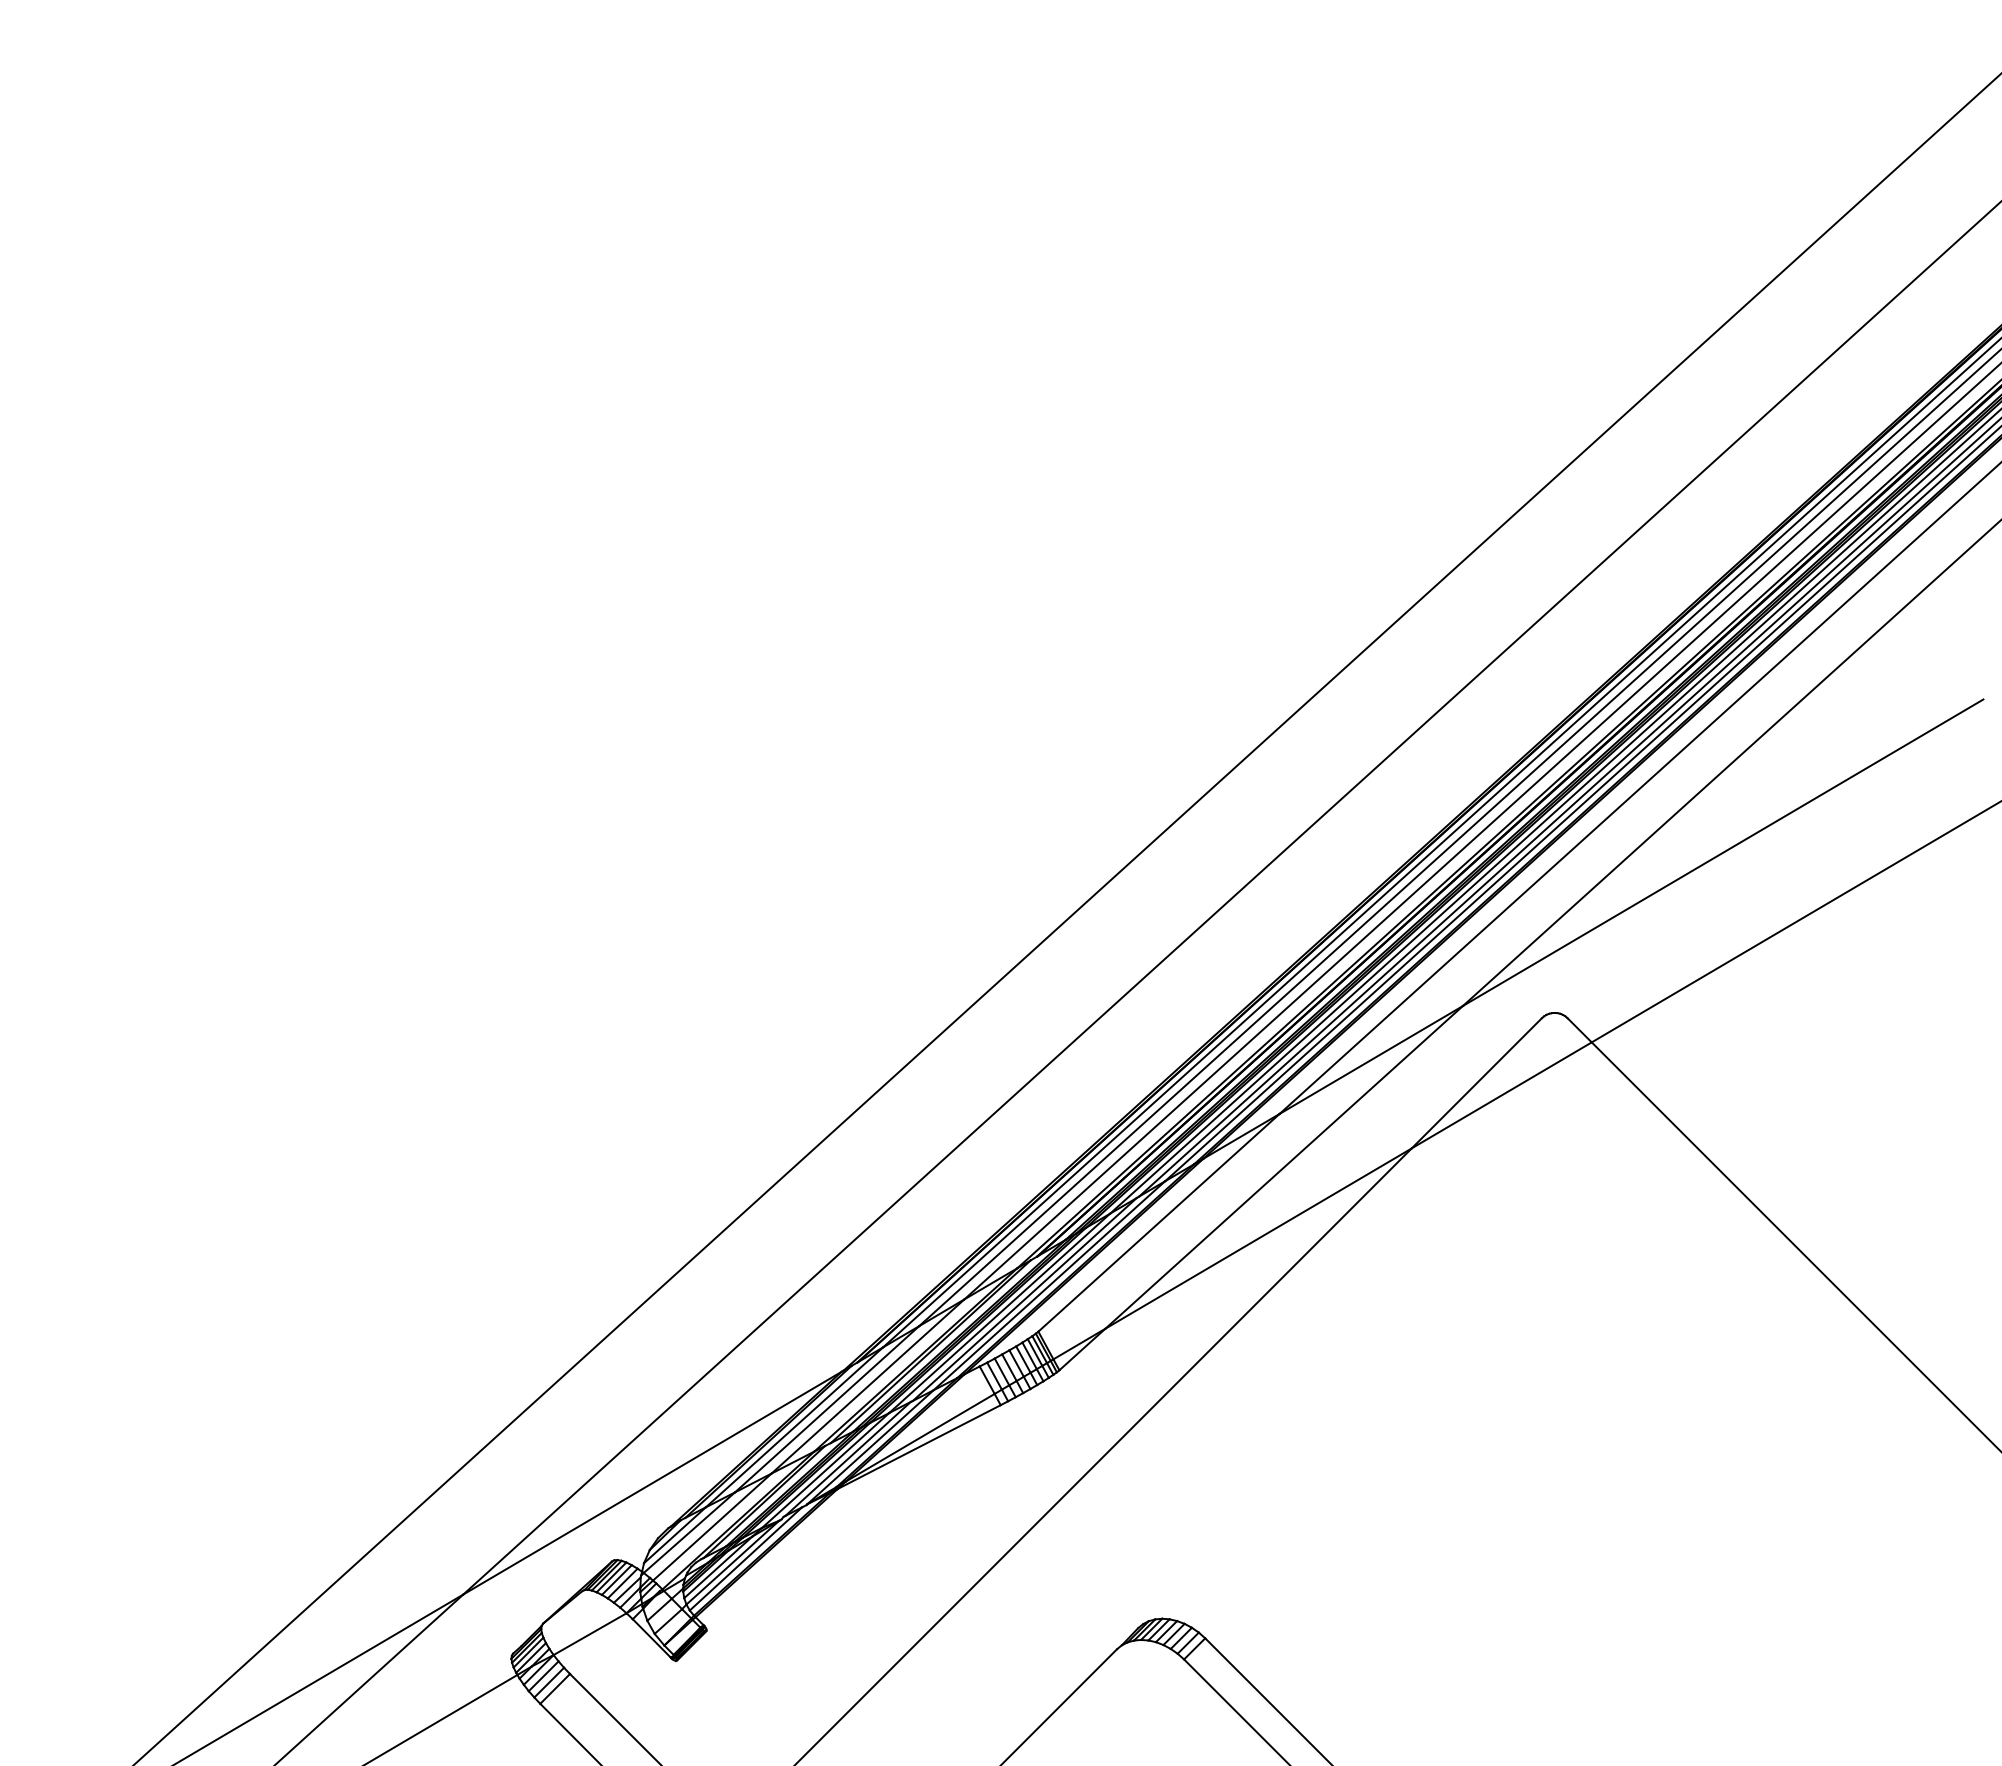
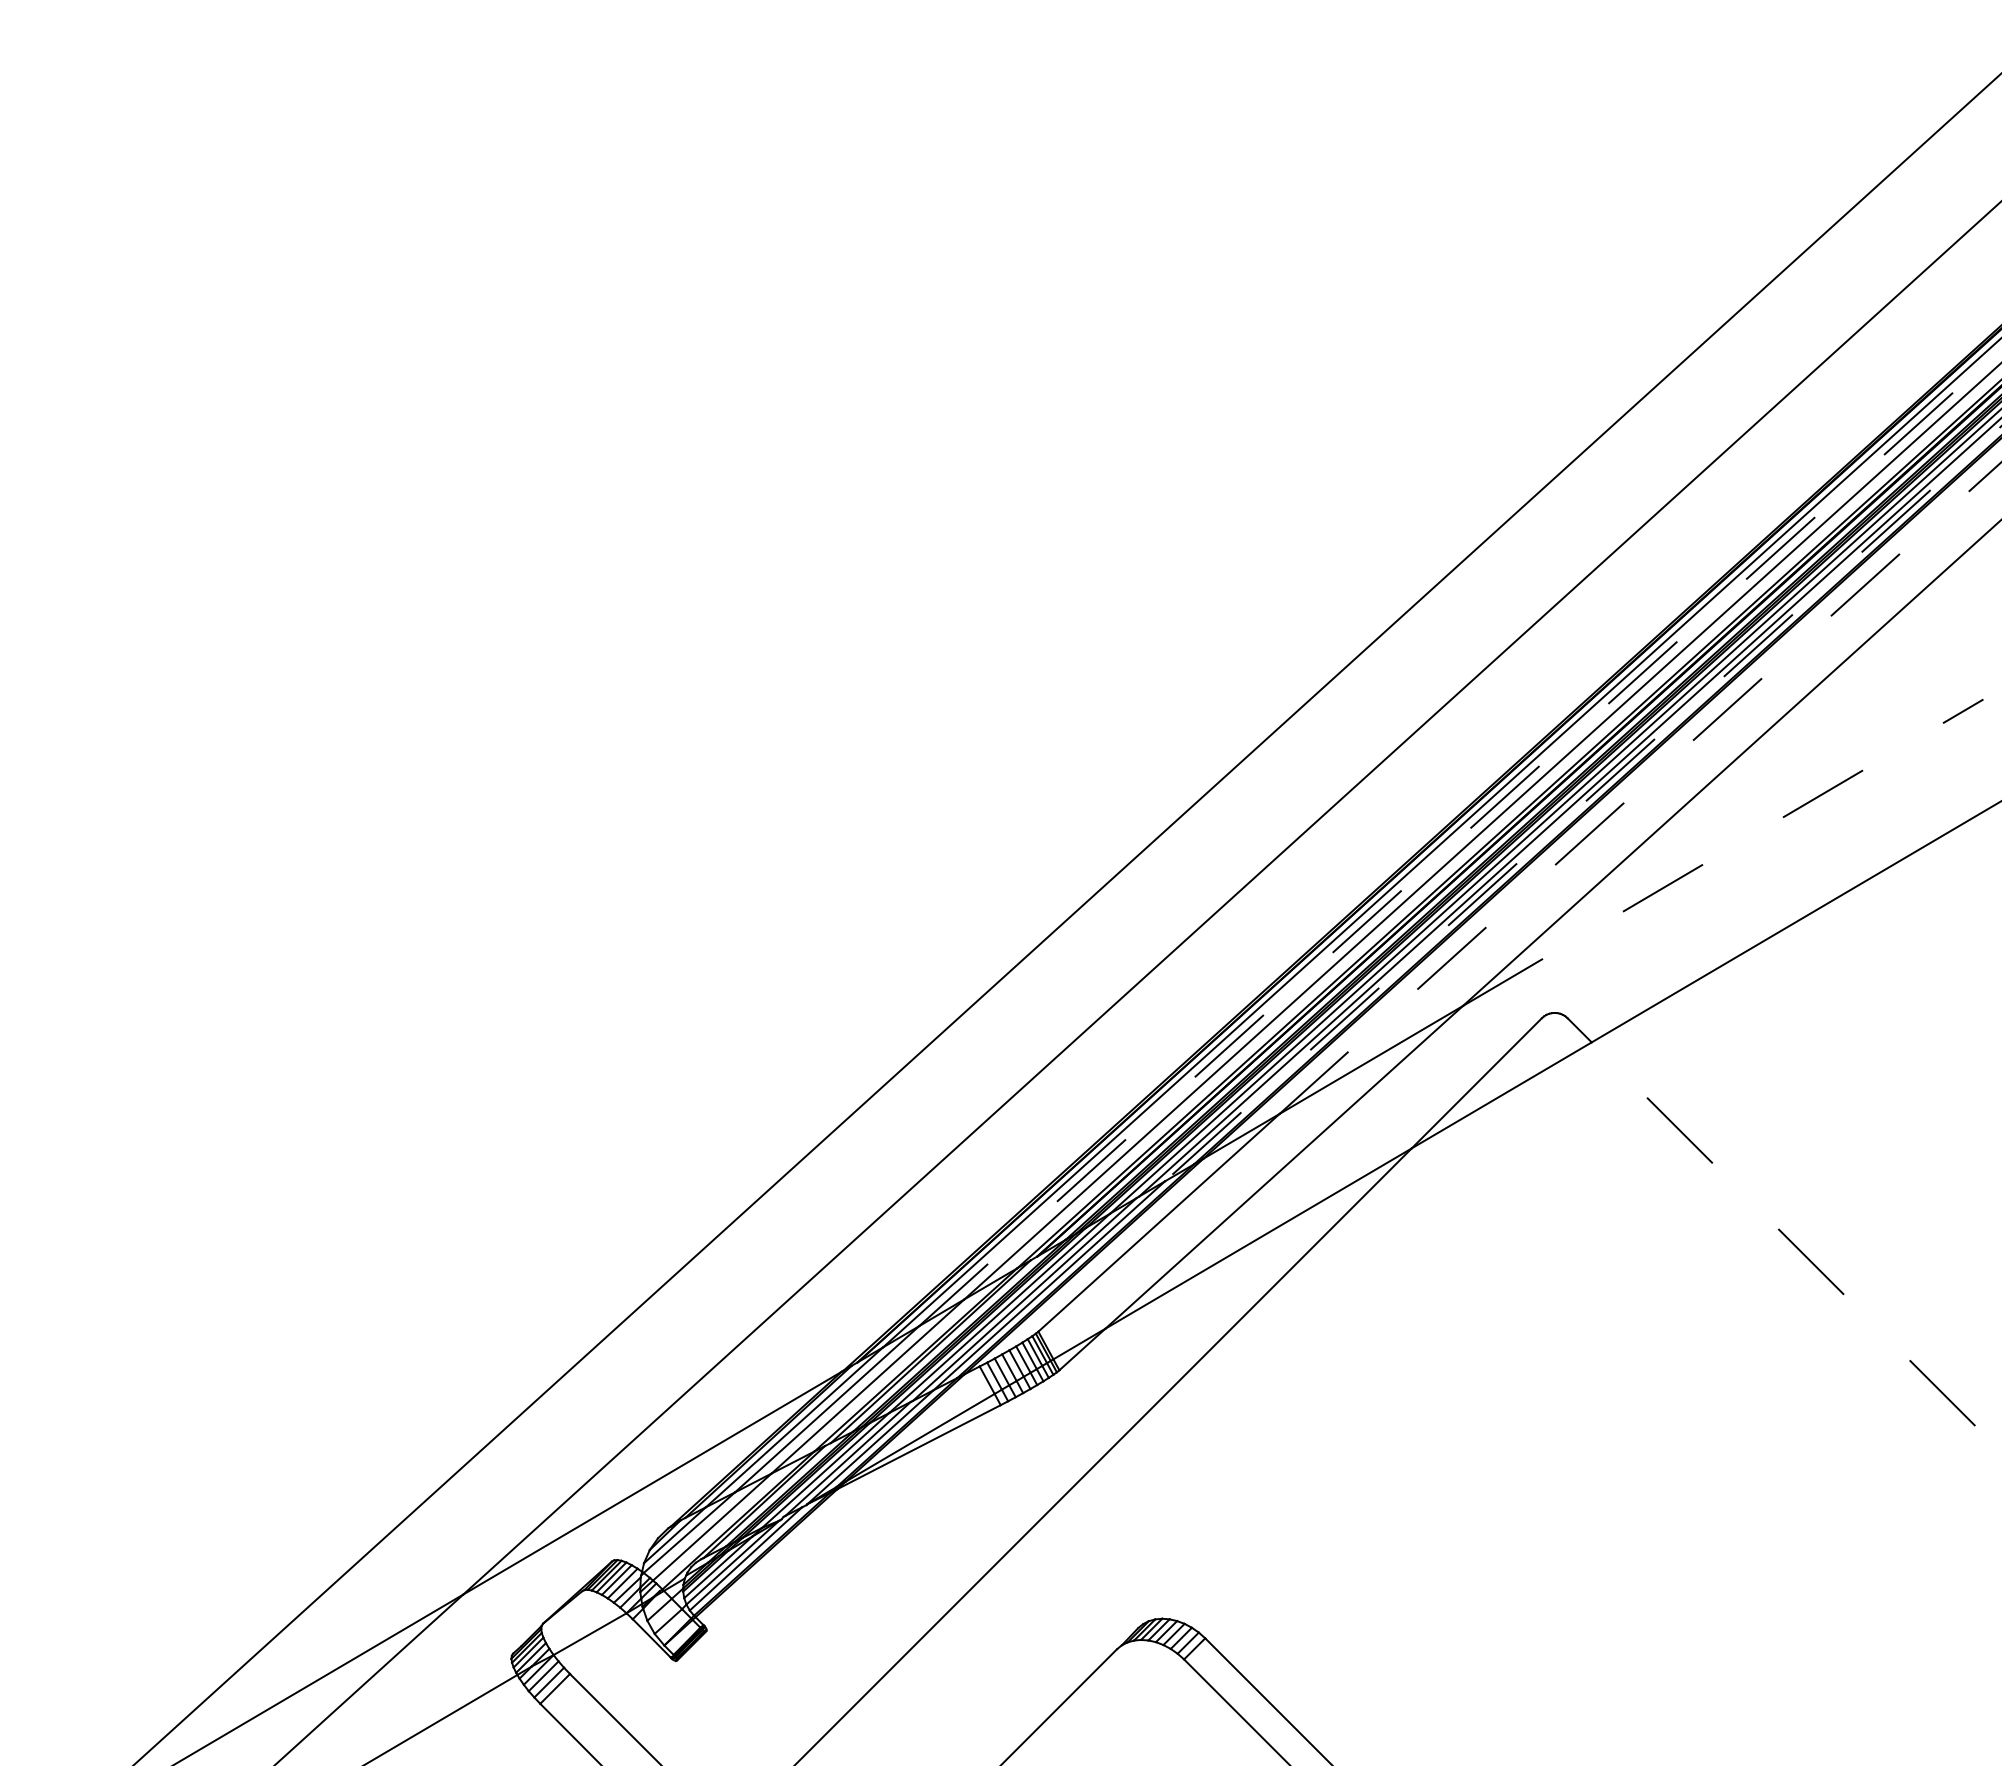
line at (1640, 787): solid -> dashed
line at (1582, 804): solid -> dashed
line at (1460, 837): solid -> dashed
line at (1723, 852): solid -> dashed
line at (1796, 1247): solid -> dashed
